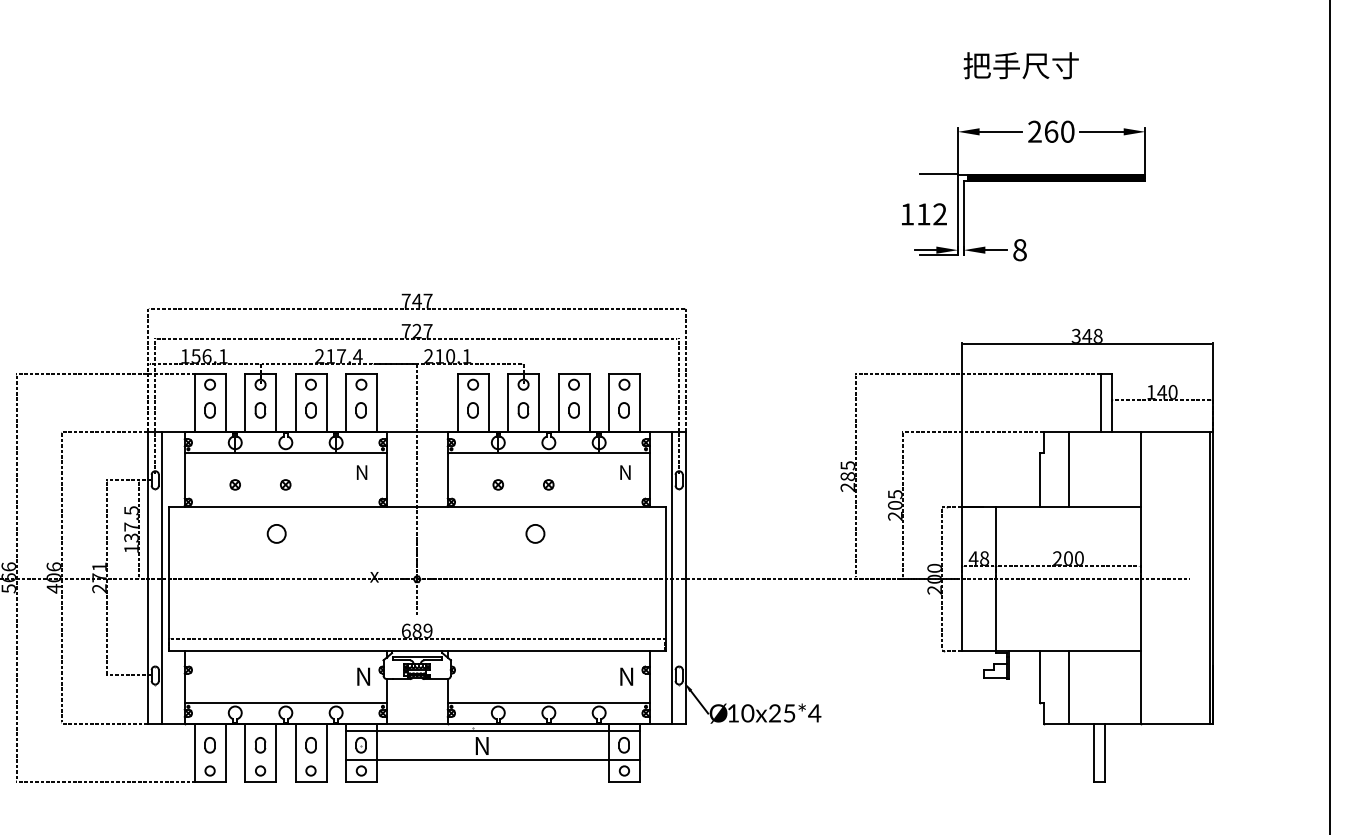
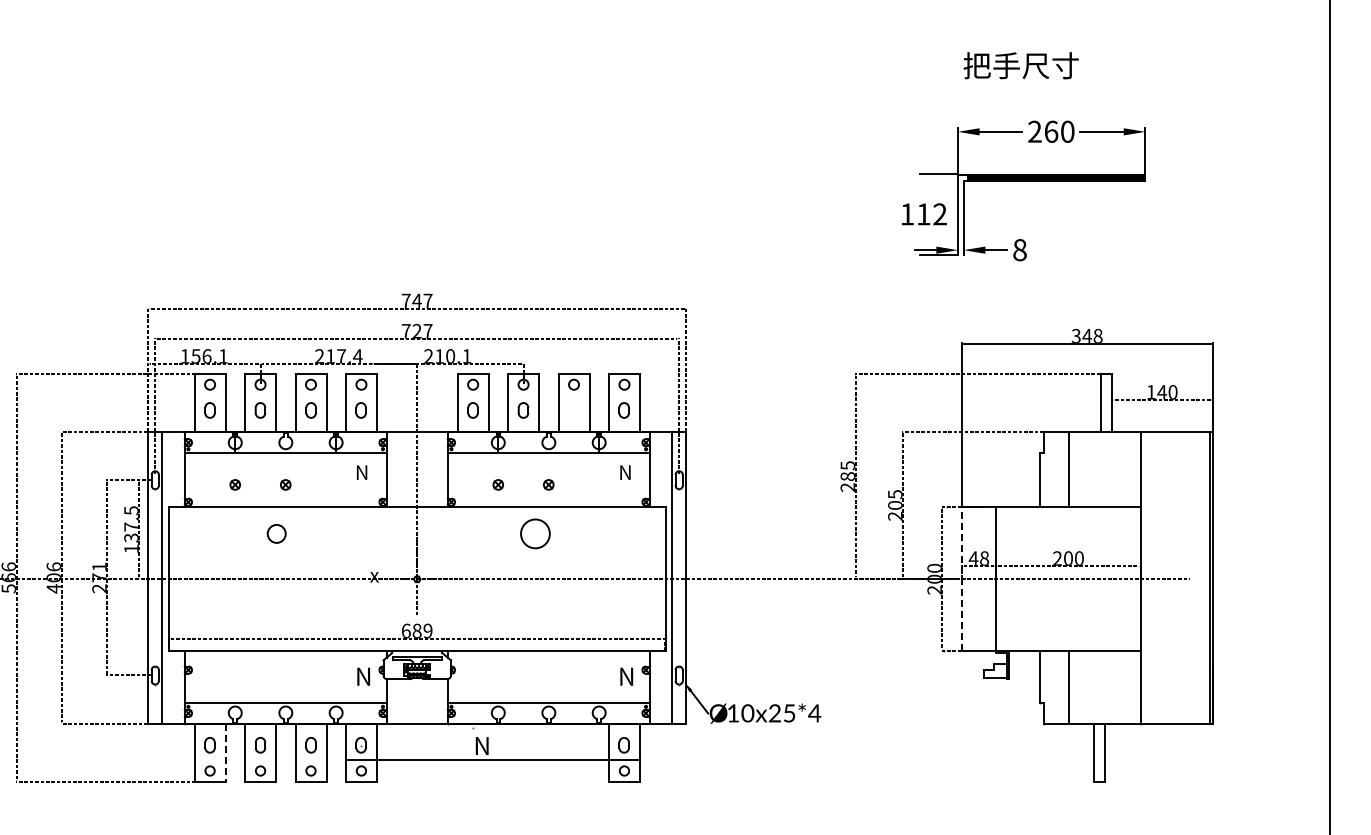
part at (573, 410): present -> none
circle at (535, 533) diameter: 18 px -> 29 px
line at (961, 578): solid -> dashed
line at (492, 731): present -> none
line at (225, 752): solid -> dashed
